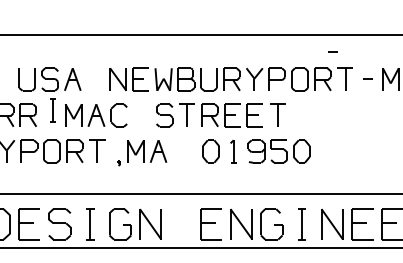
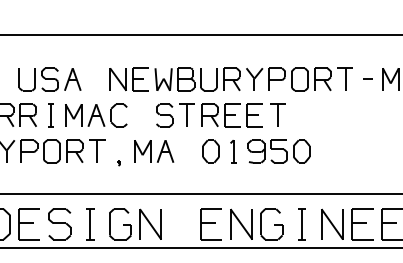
curve at (332, 51): present -> none
part at (52, 110) position: (52, 110) -> (50, 115)
part at (147, 151) position: (147, 151) -> (154, 151)
